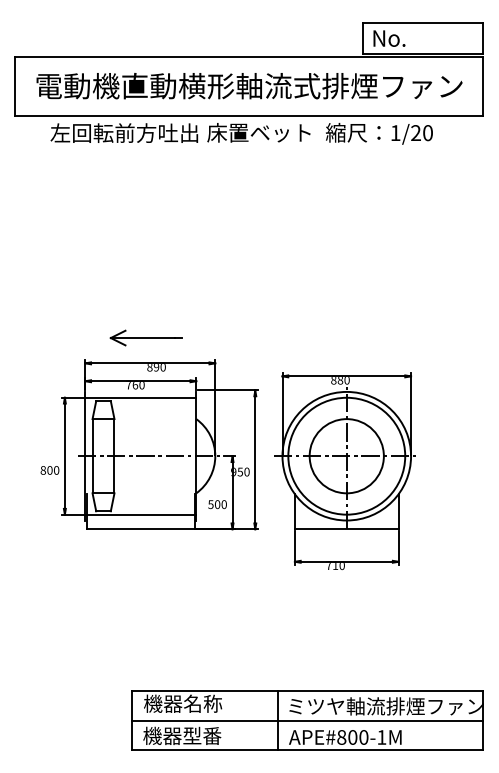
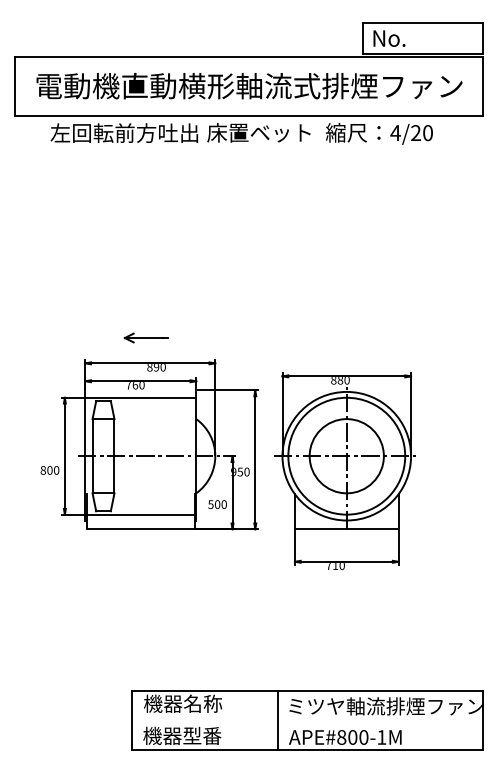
text at (395, 132): 1/20 -> 4/20
part at (145, 337) size: 74x18 px -> 46x12 px
line at (306, 720): present -> none
